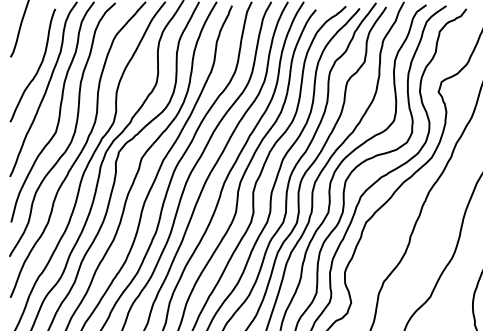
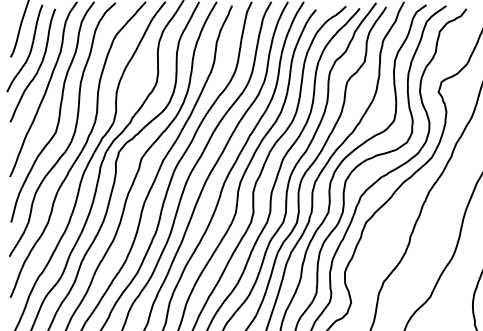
curve at (29, 51): none -> present
